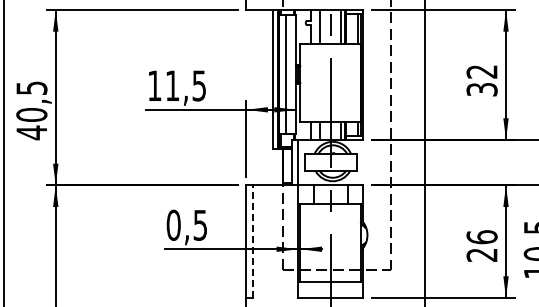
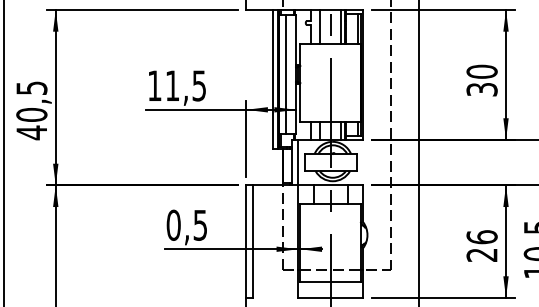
text at (481, 71): 32 -> 30
line at (425, 152) position: (425, 152) -> (419, 152)
line at (252, 241): dashed -> solid
